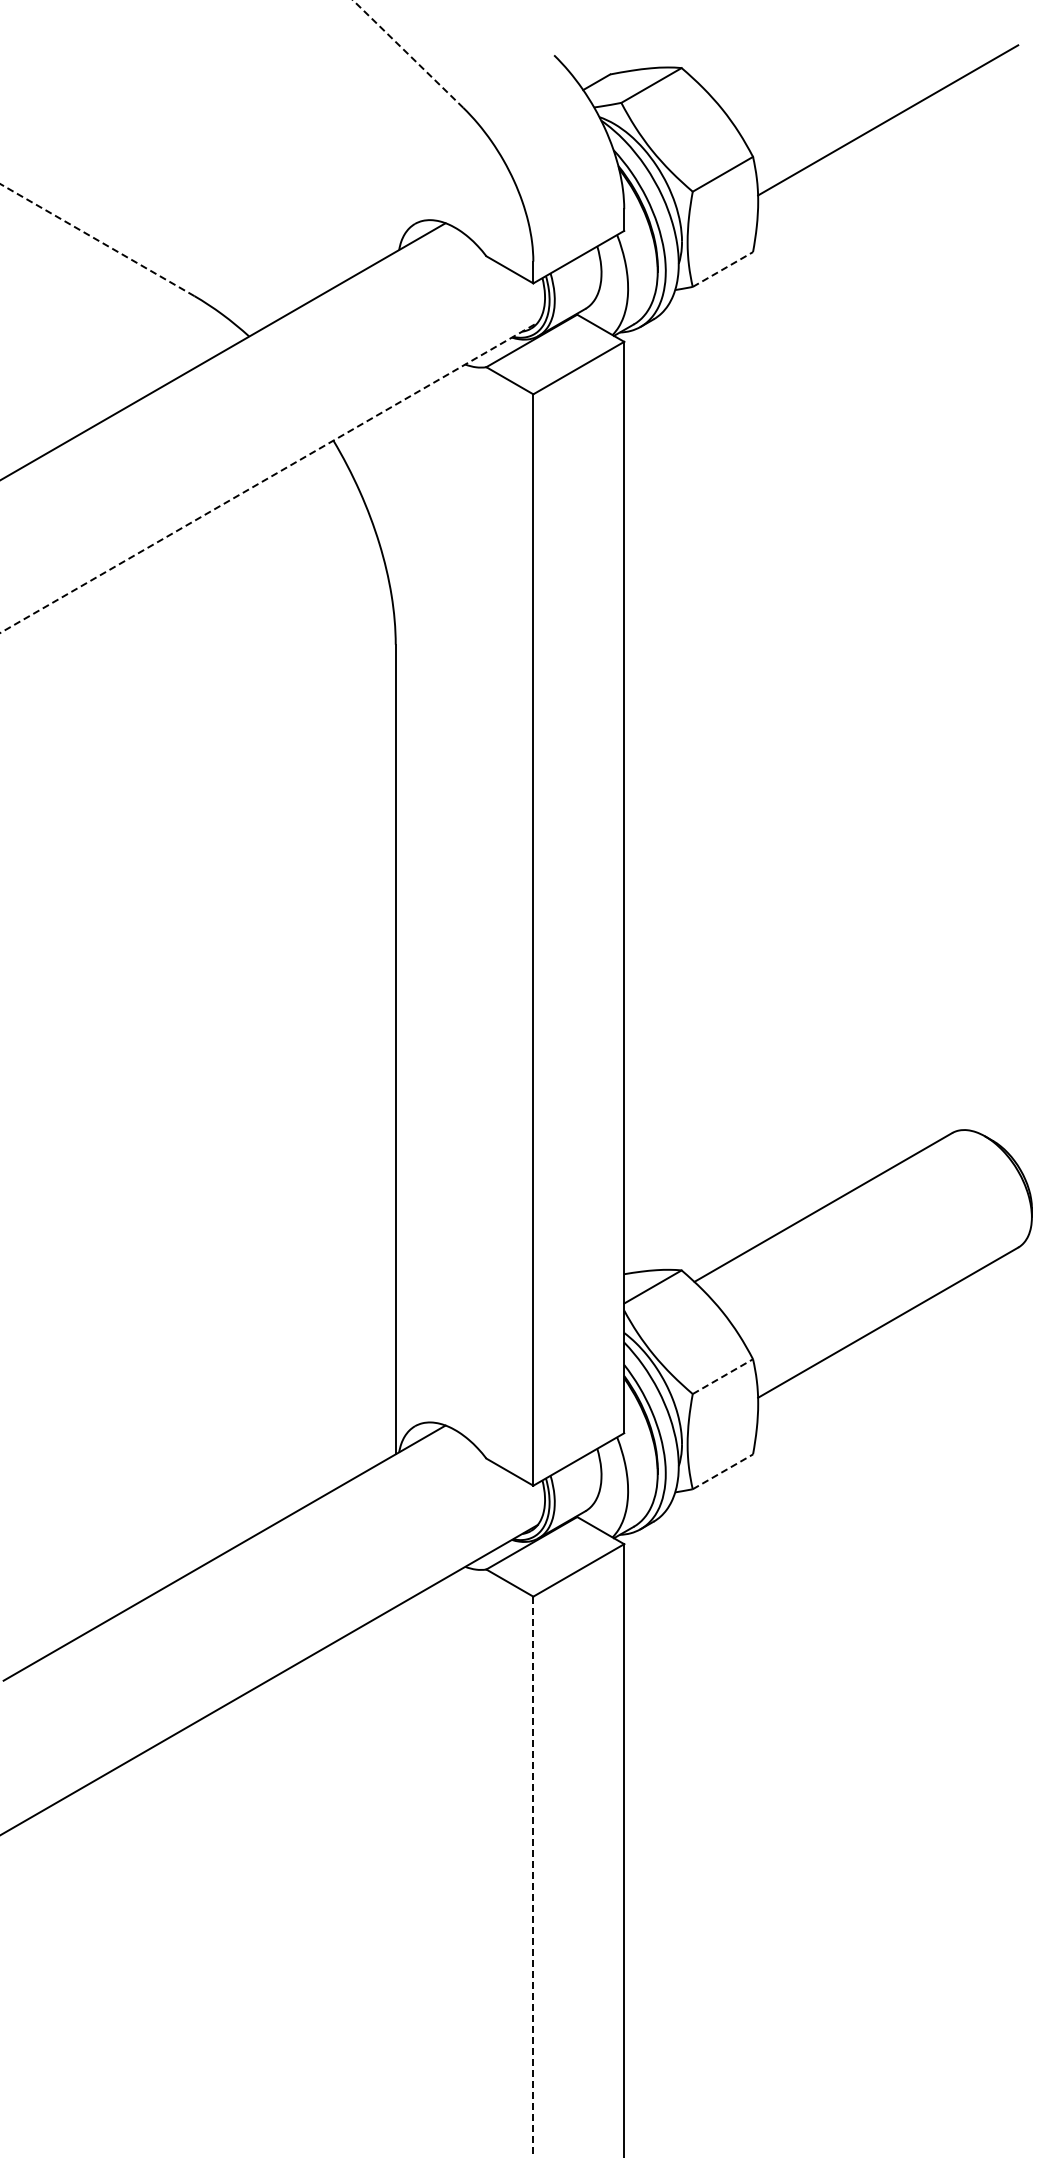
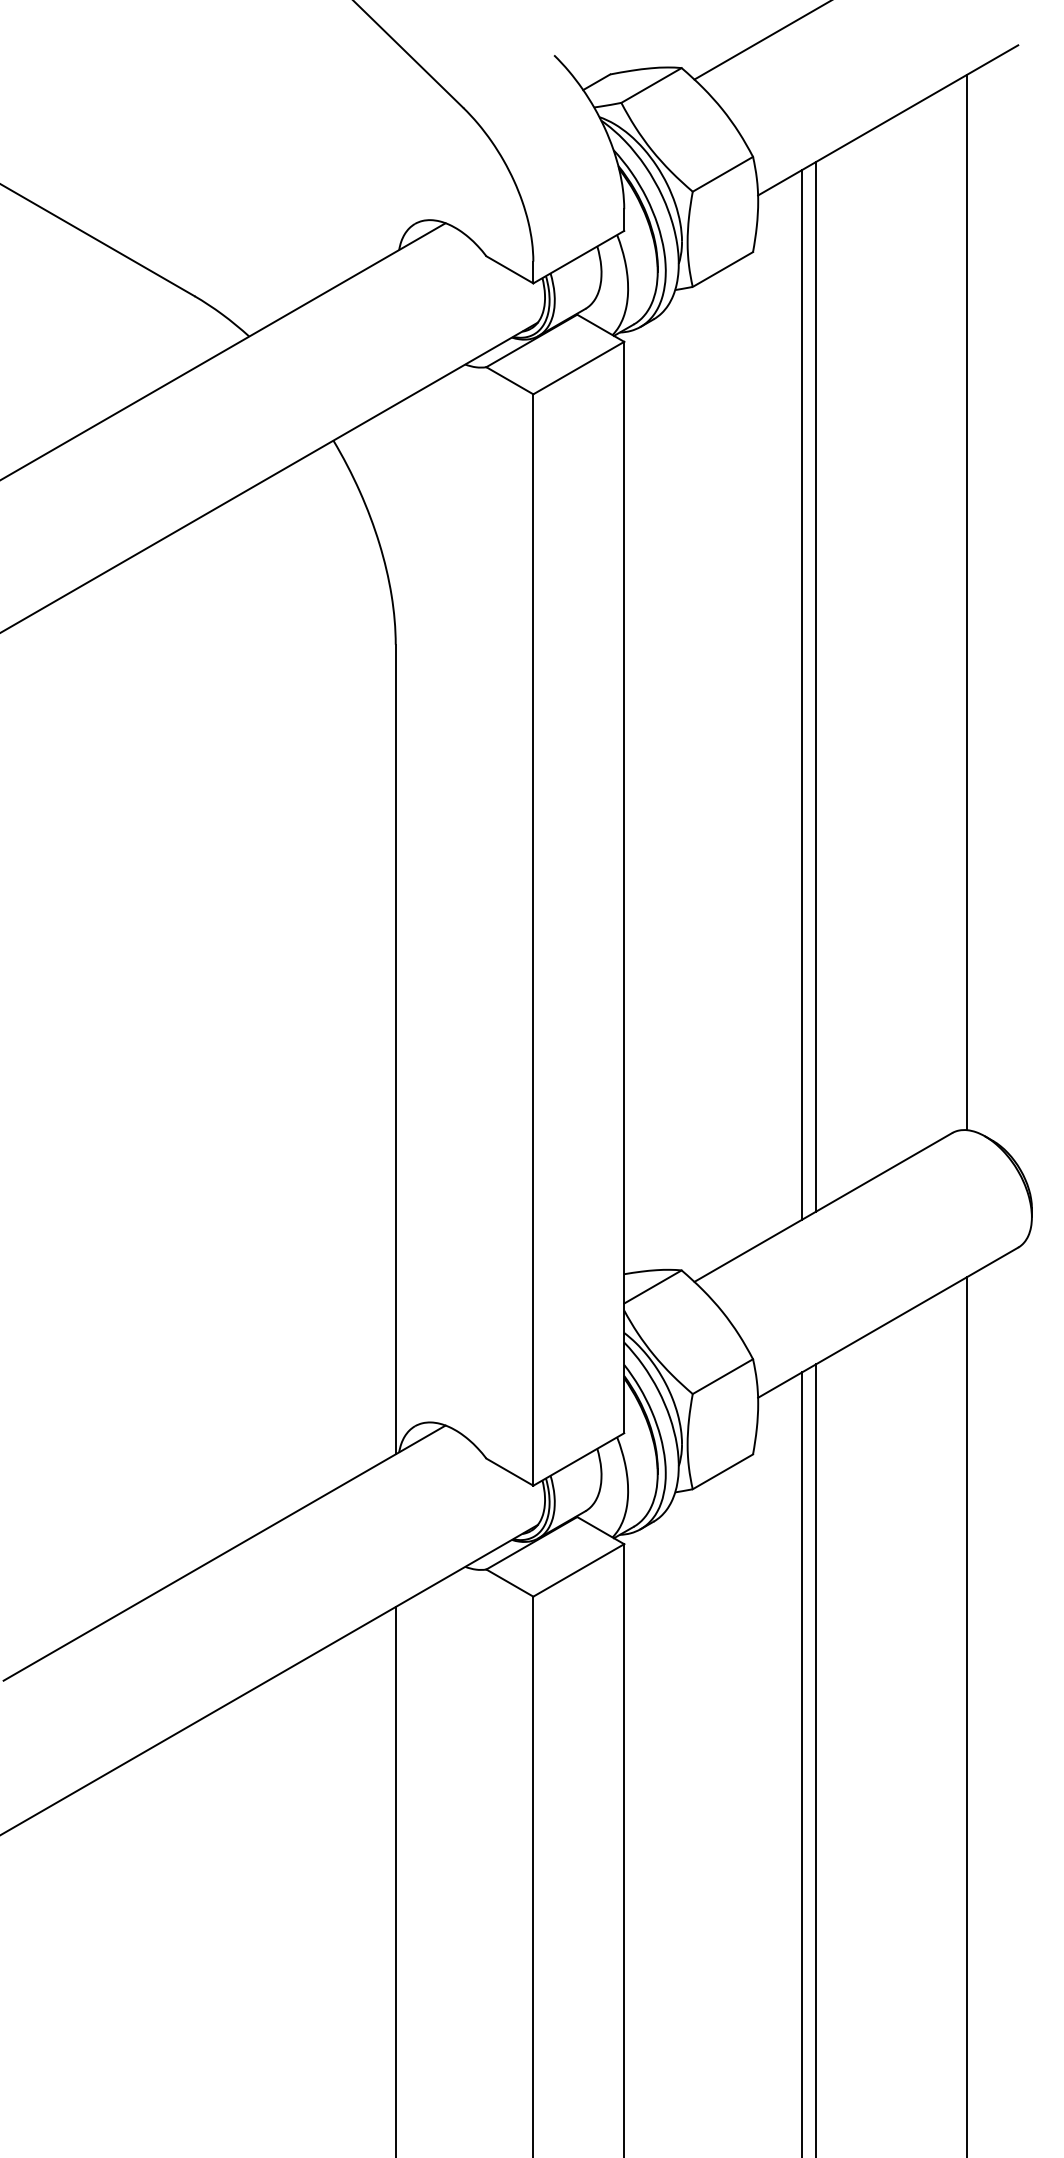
line at (761, 40): none -> present
line at (408, 54): dashed -> solid
line at (97, 240): dashed -> solid
line at (722, 269): dashed -> solid
line at (269, 477): dashed -> solid
line at (966, 602): none -> present
line at (816, 686): none -> present
line at (801, 694): none -> present
line at (722, 1376): dashed -> solid
line at (722, 1471): dashed -> solid
line at (966, 1715): none -> present
line at (816, 1759): none -> present
line at (801, 1763): none -> present
line at (533, 1877): dashed -> solid
line at (395, 1880): none -> present
